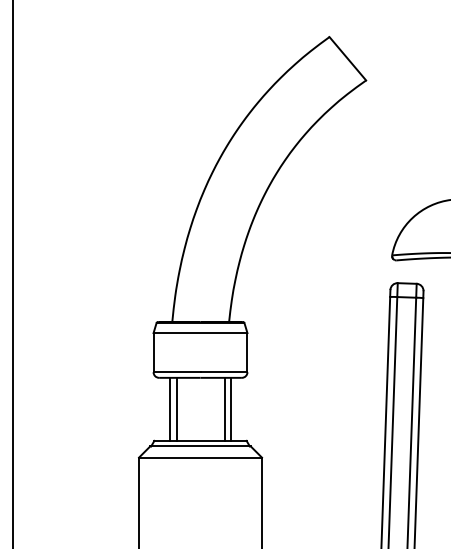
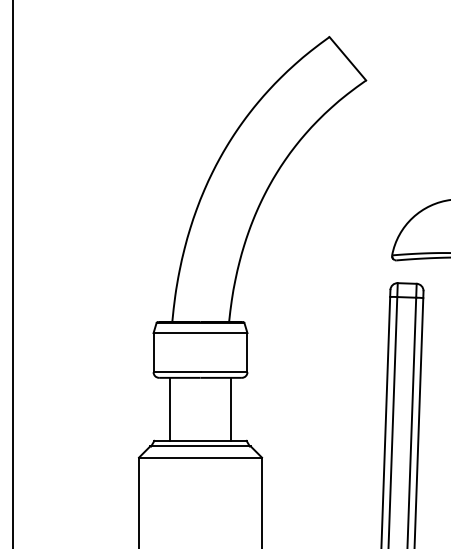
line at (177, 408): present -> none
line at (225, 408): present -> none
